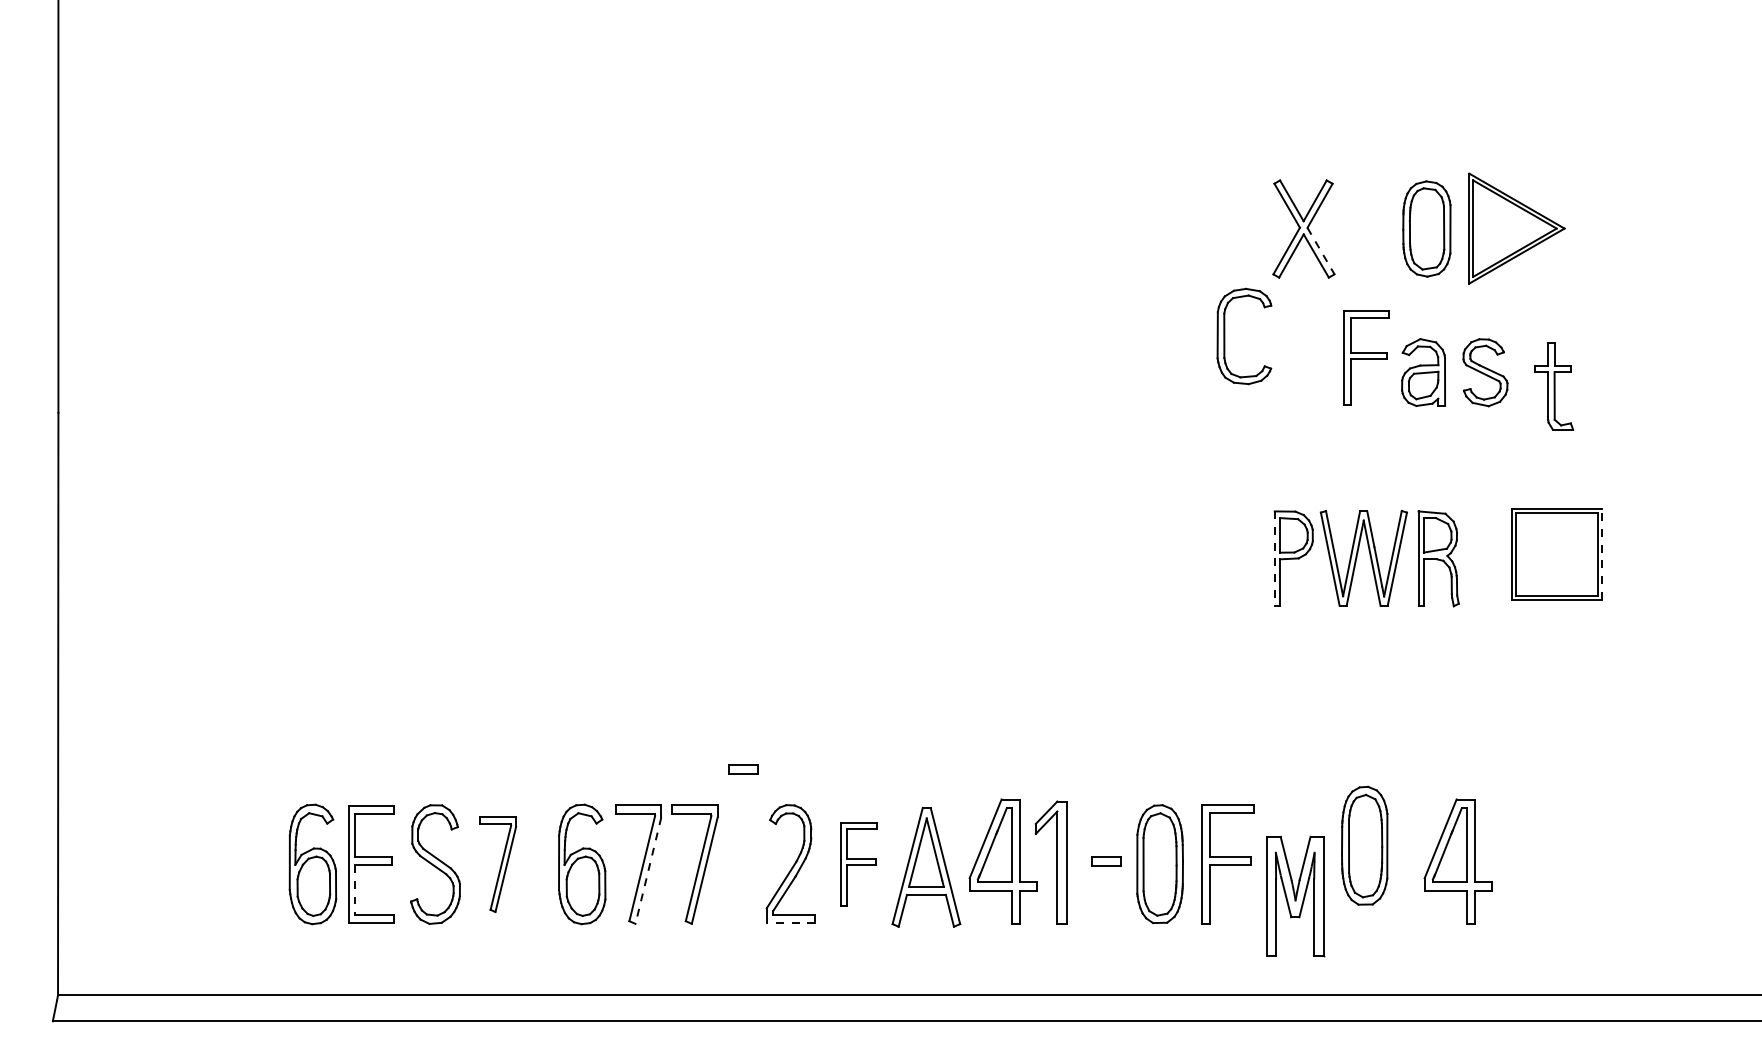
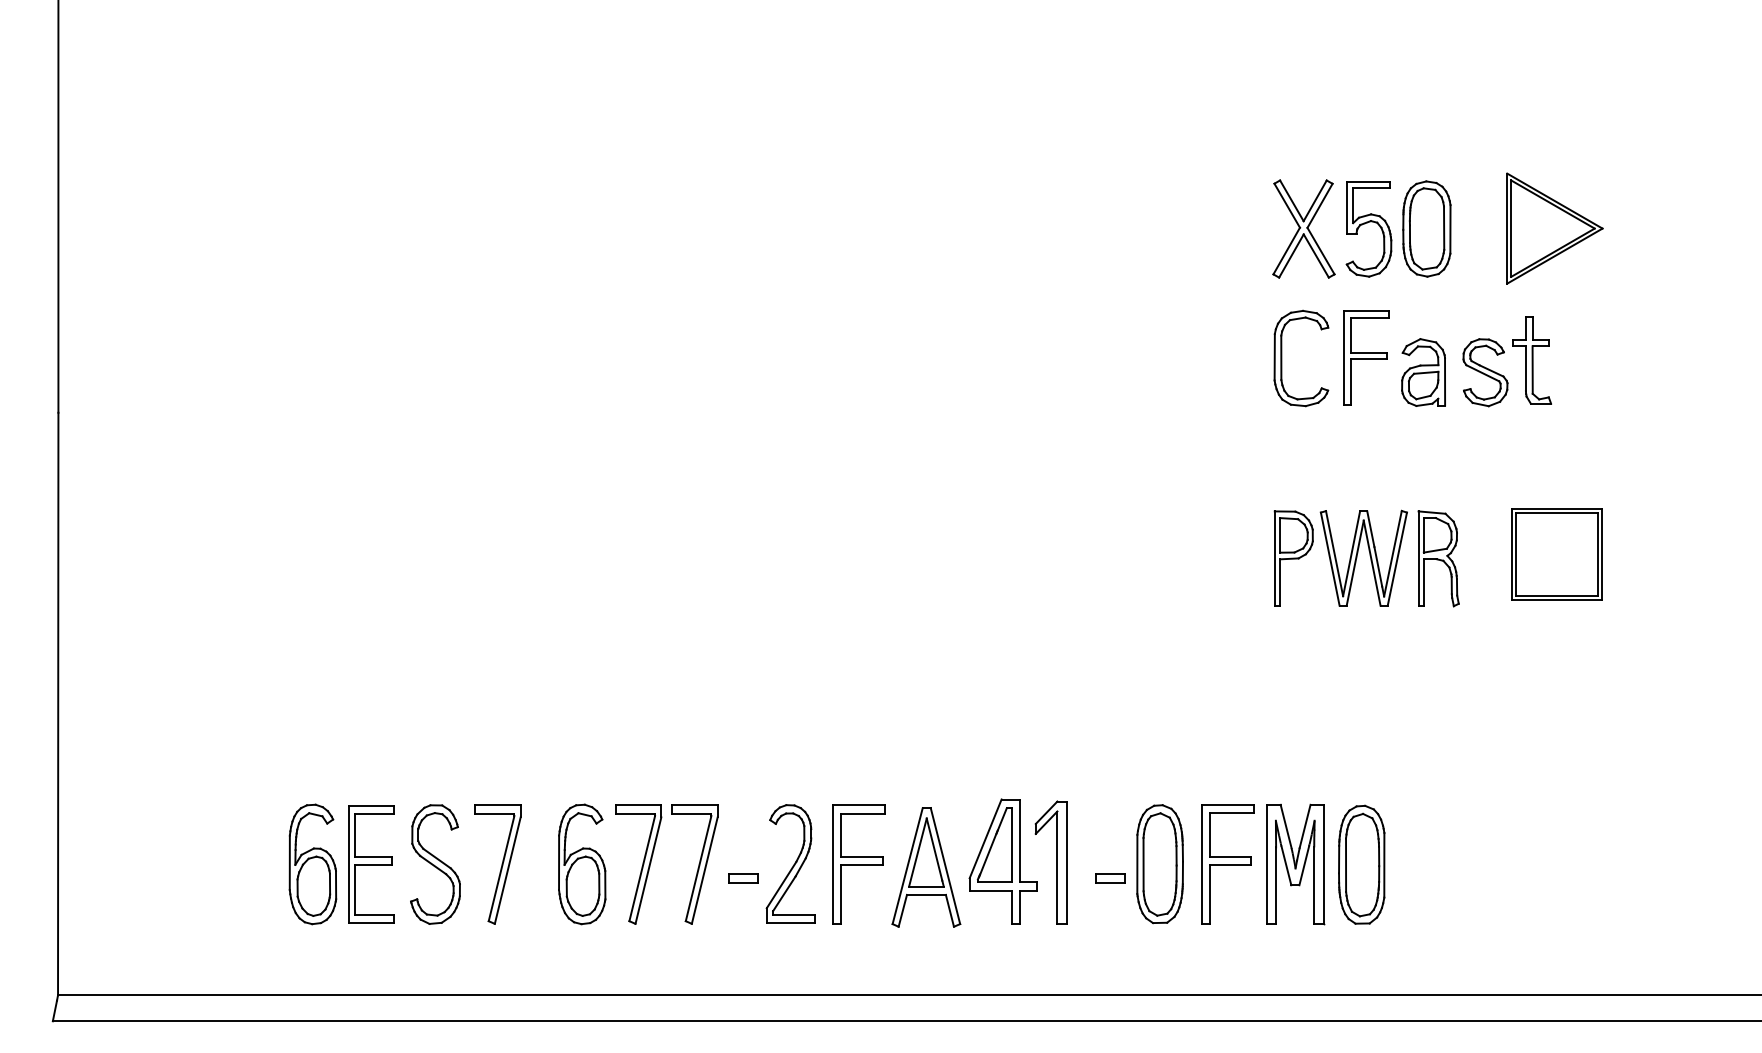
part at (1516, 228) position: (1516, 228) -> (1554, 228)
part at (1368, 229): none -> present
line at (1321, 251): dashed -> solid
part at (1225, 336) position: (1225, 336) -> (1282, 358)
part at (1553, 386) position: (1553, 386) -> (1531, 360)
line at (1602, 554): dashed -> solid
line at (1274, 558): dashed -> solid
part at (743, 769) position: (743, 769) -> (743, 878)
part at (1364, 845) position: (1364, 845) -> (1361, 864)
part at (1106, 861) position: (1106, 861) -> (1110, 878)
part at (1457, 861): present -> none
part at (498, 864) size: 39x97 px -> 48x121 px
part at (858, 864) size: 38x85 px -> 54x121 px
line at (648, 870): dashed -> solid
line at (355, 890): dashed -> solid
part at (1295, 896) position: (1295, 896) -> (1295, 864)
line at (790, 923): dashed -> solid
